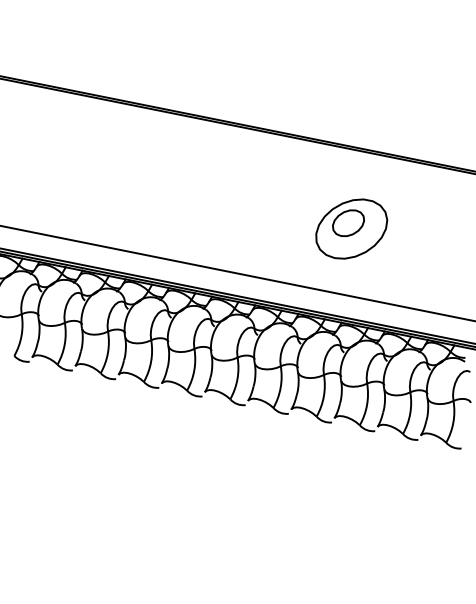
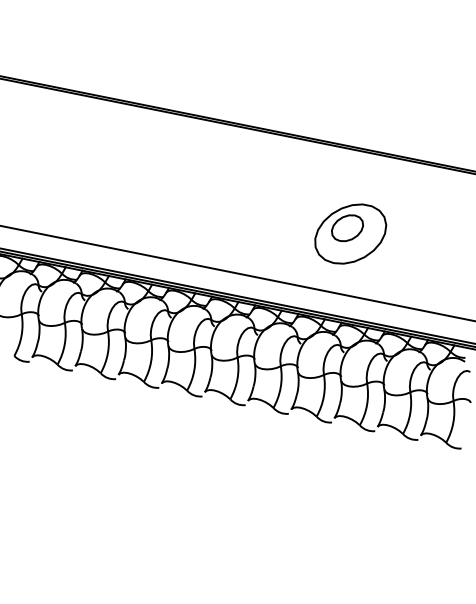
part at (351, 228) position: (351, 228) -> (350, 233)
